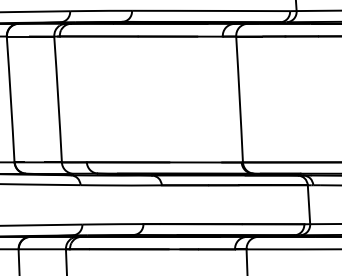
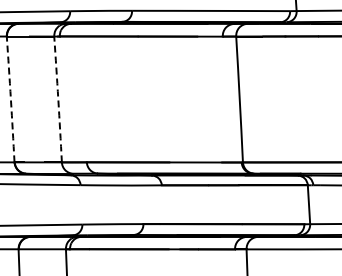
arc at (10, 99): solid -> dashed
arc at (58, 99): solid -> dashed
